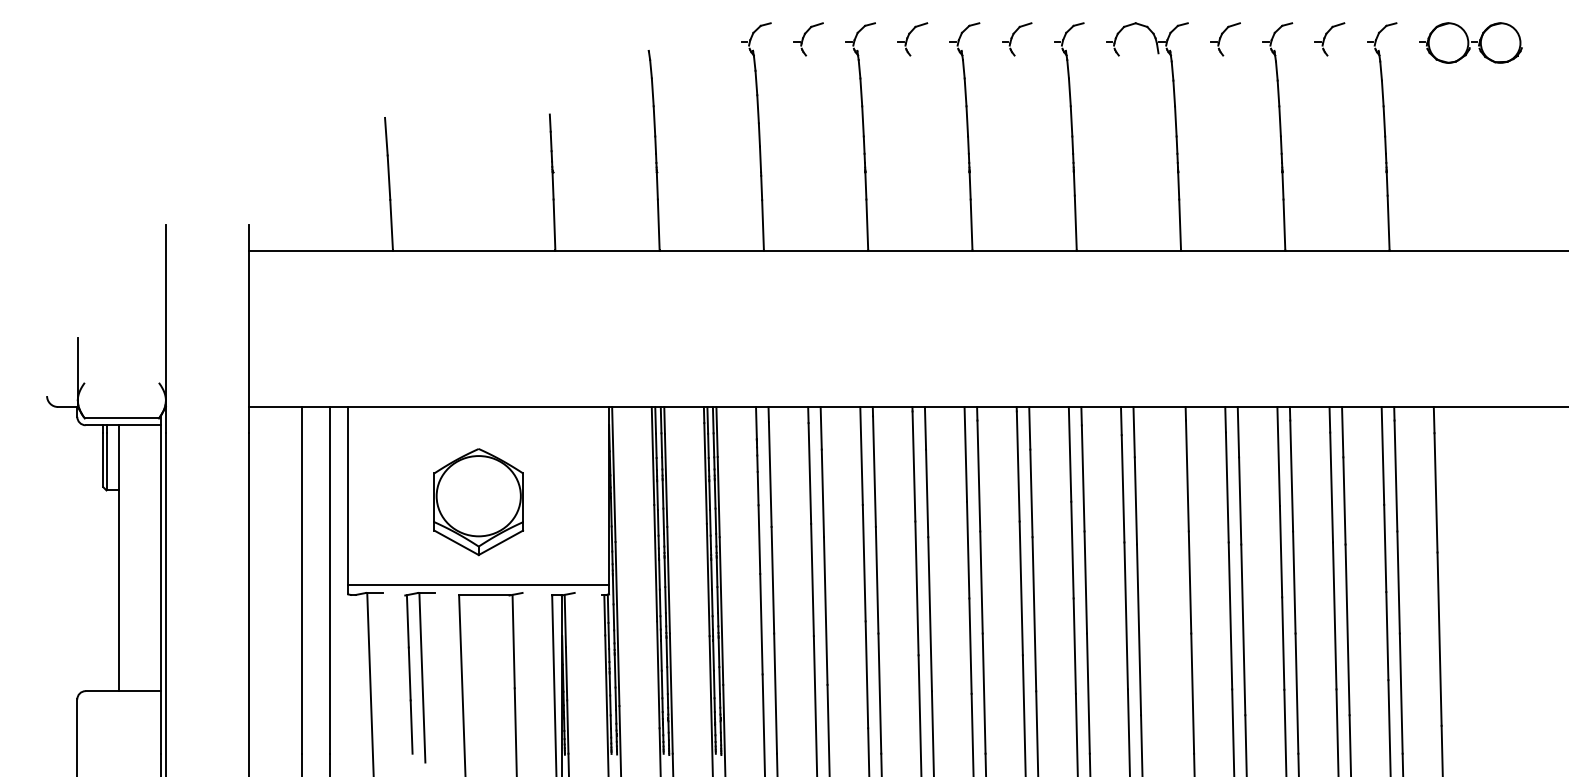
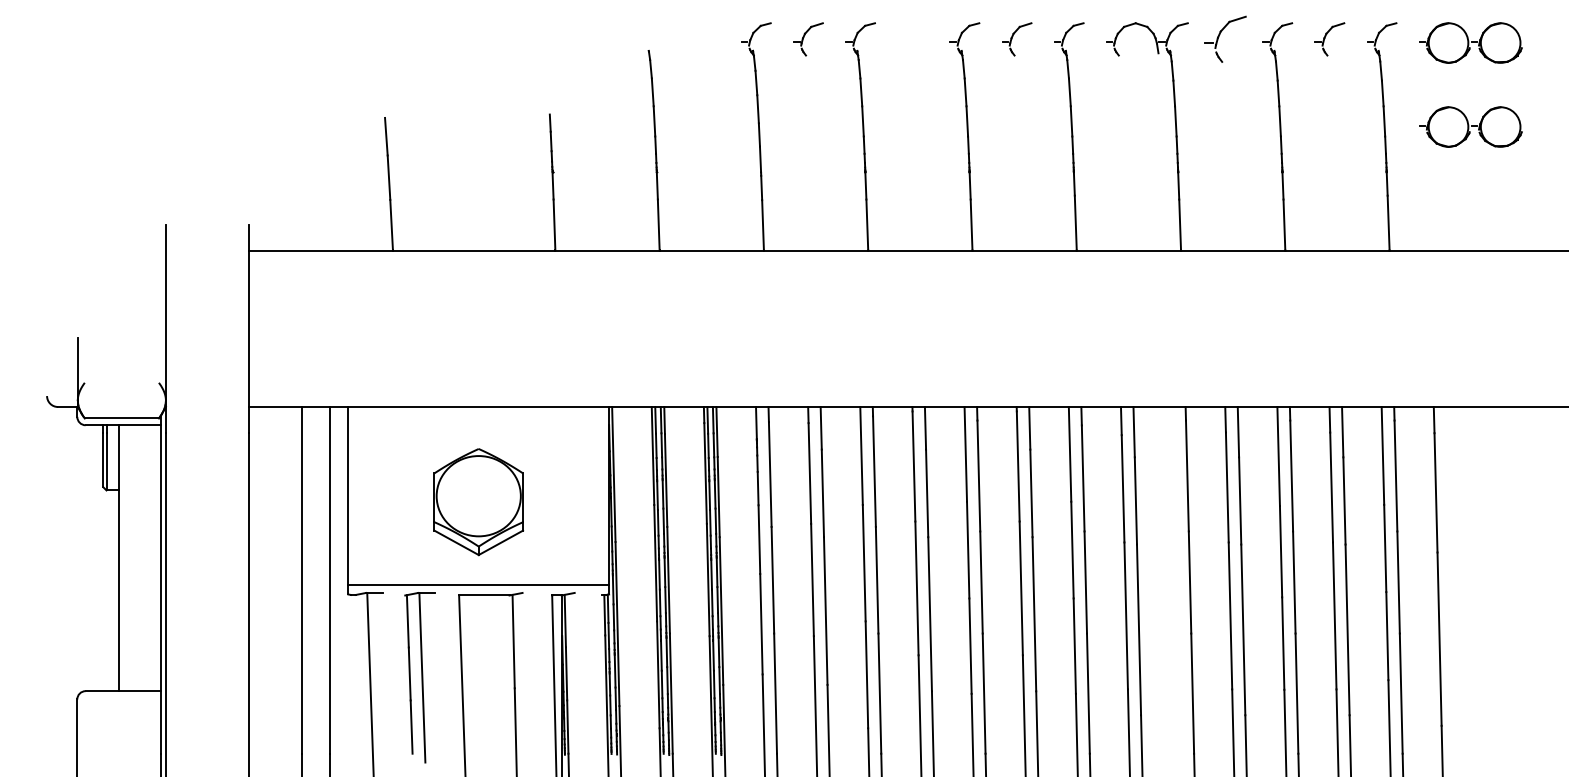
part at (912, 39): present -> none
part at (1225, 39) size: 31x35 px -> 43x48 px
part at (1470, 126): none -> present
